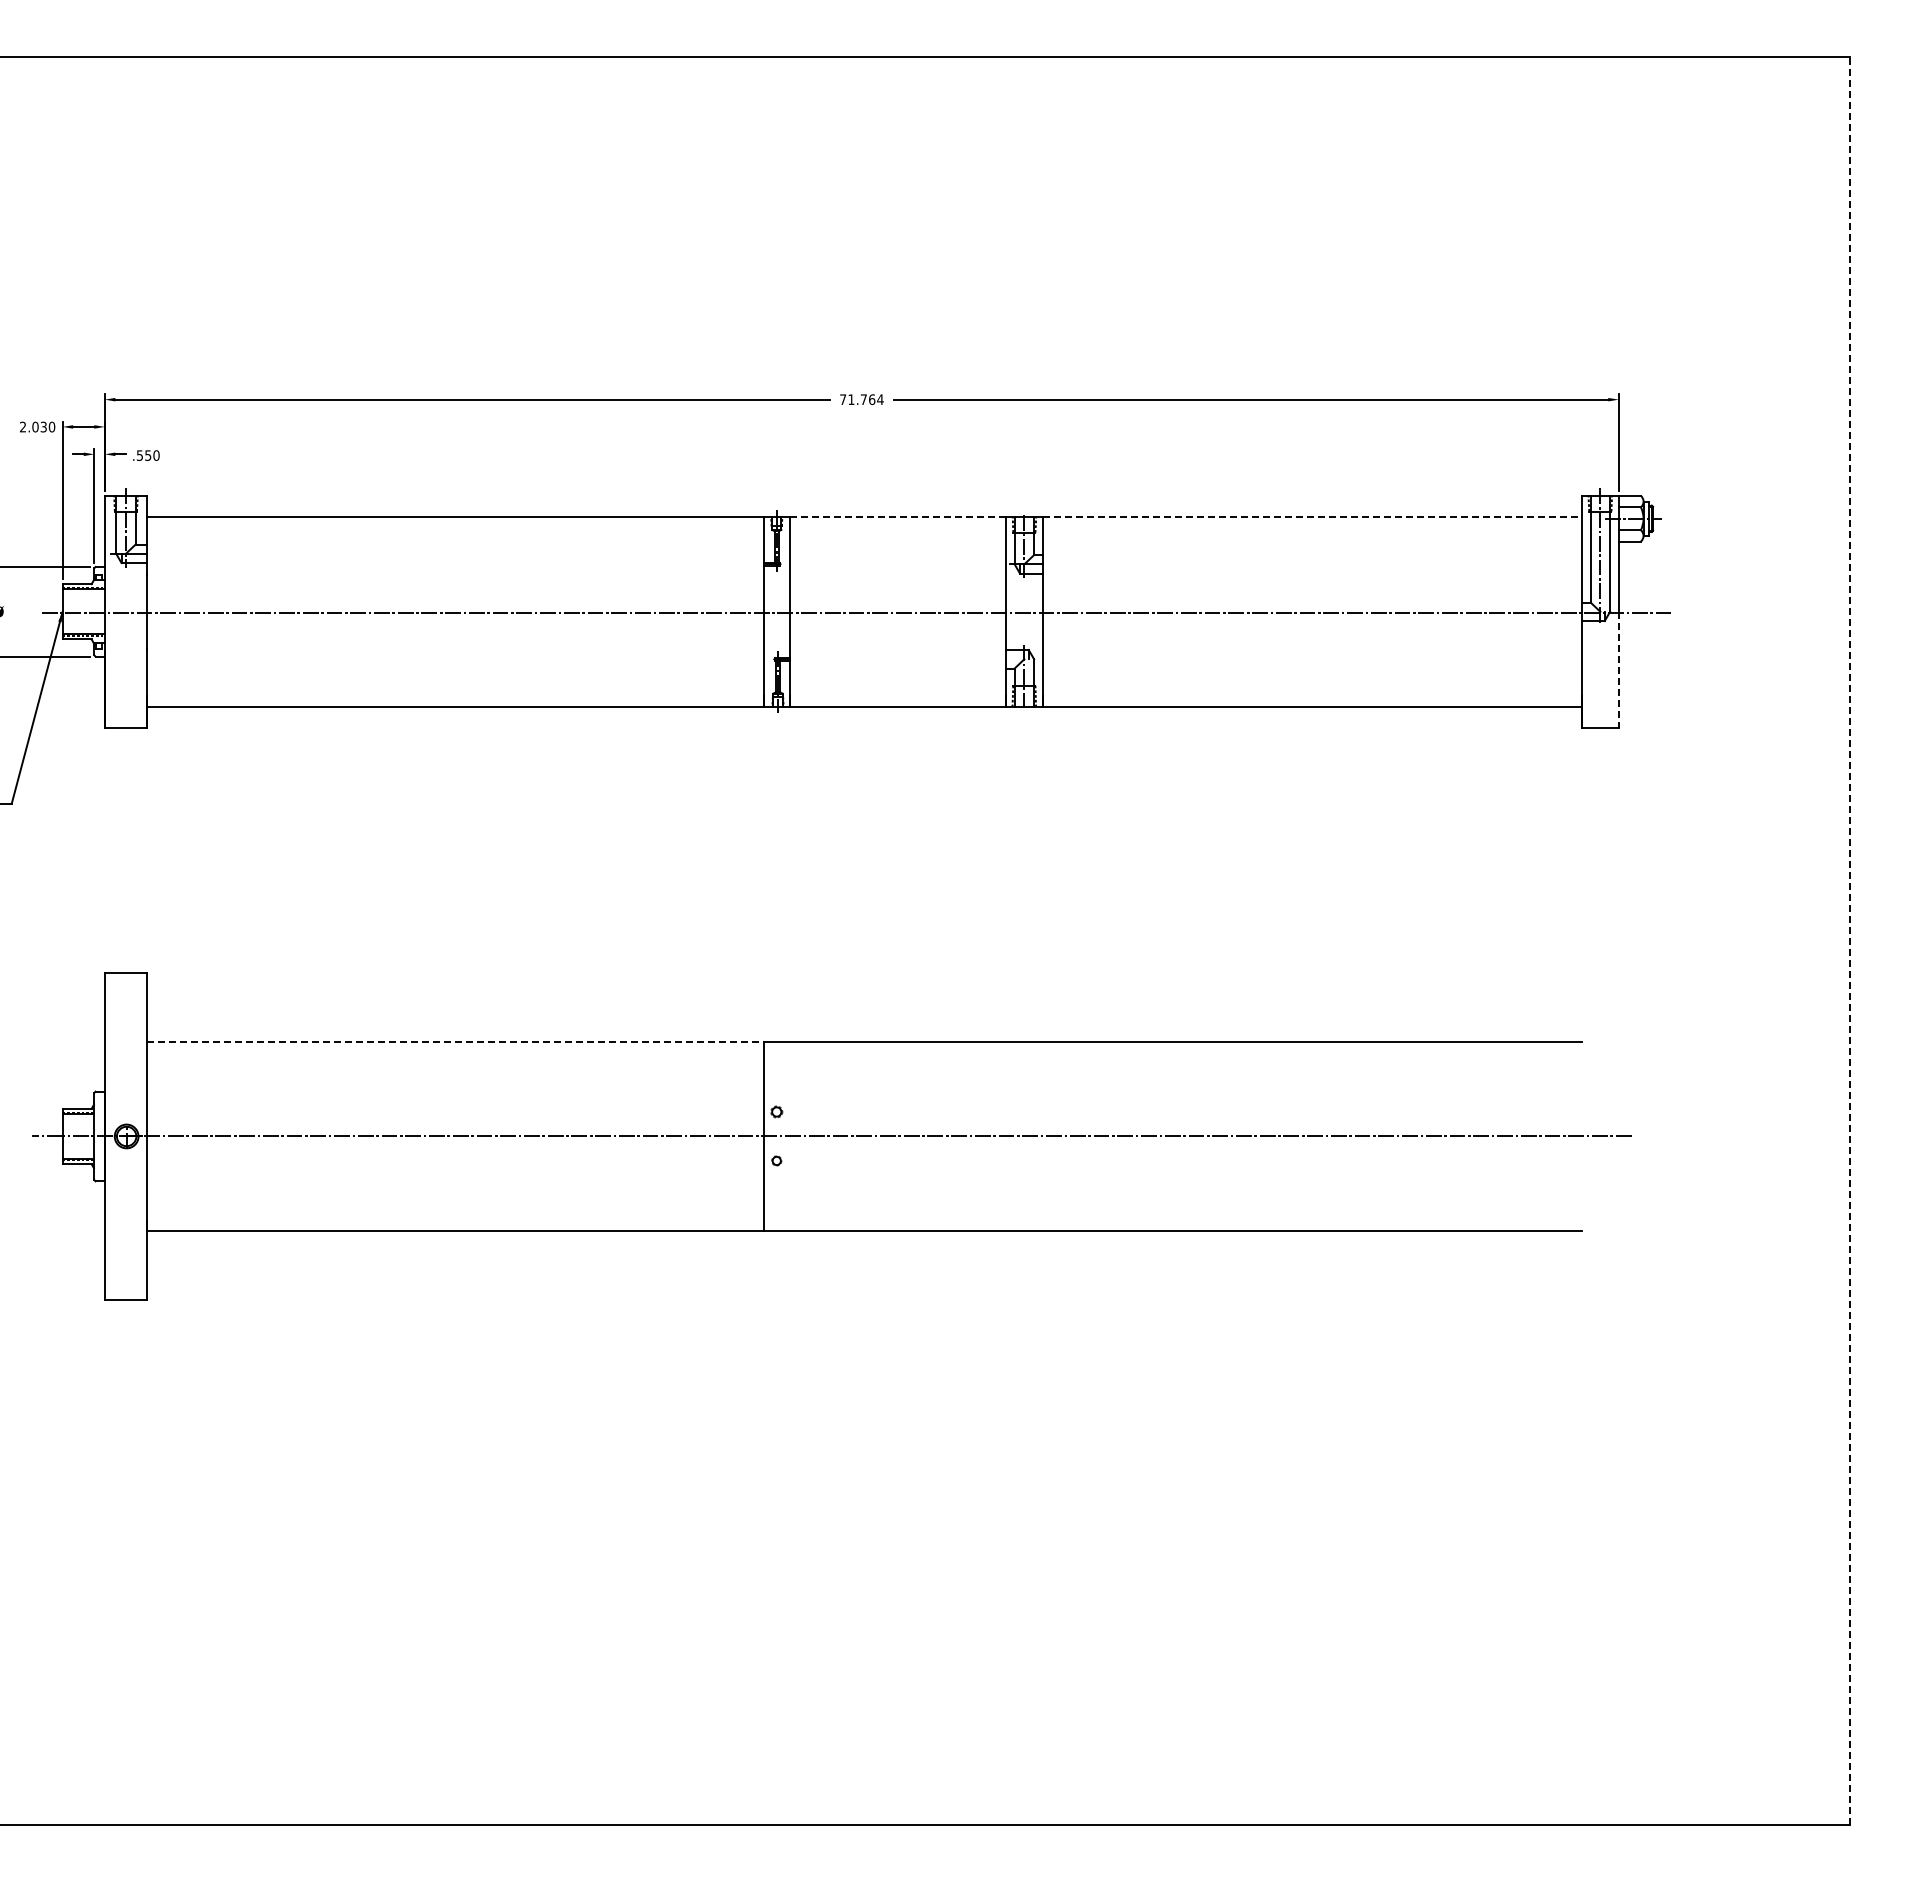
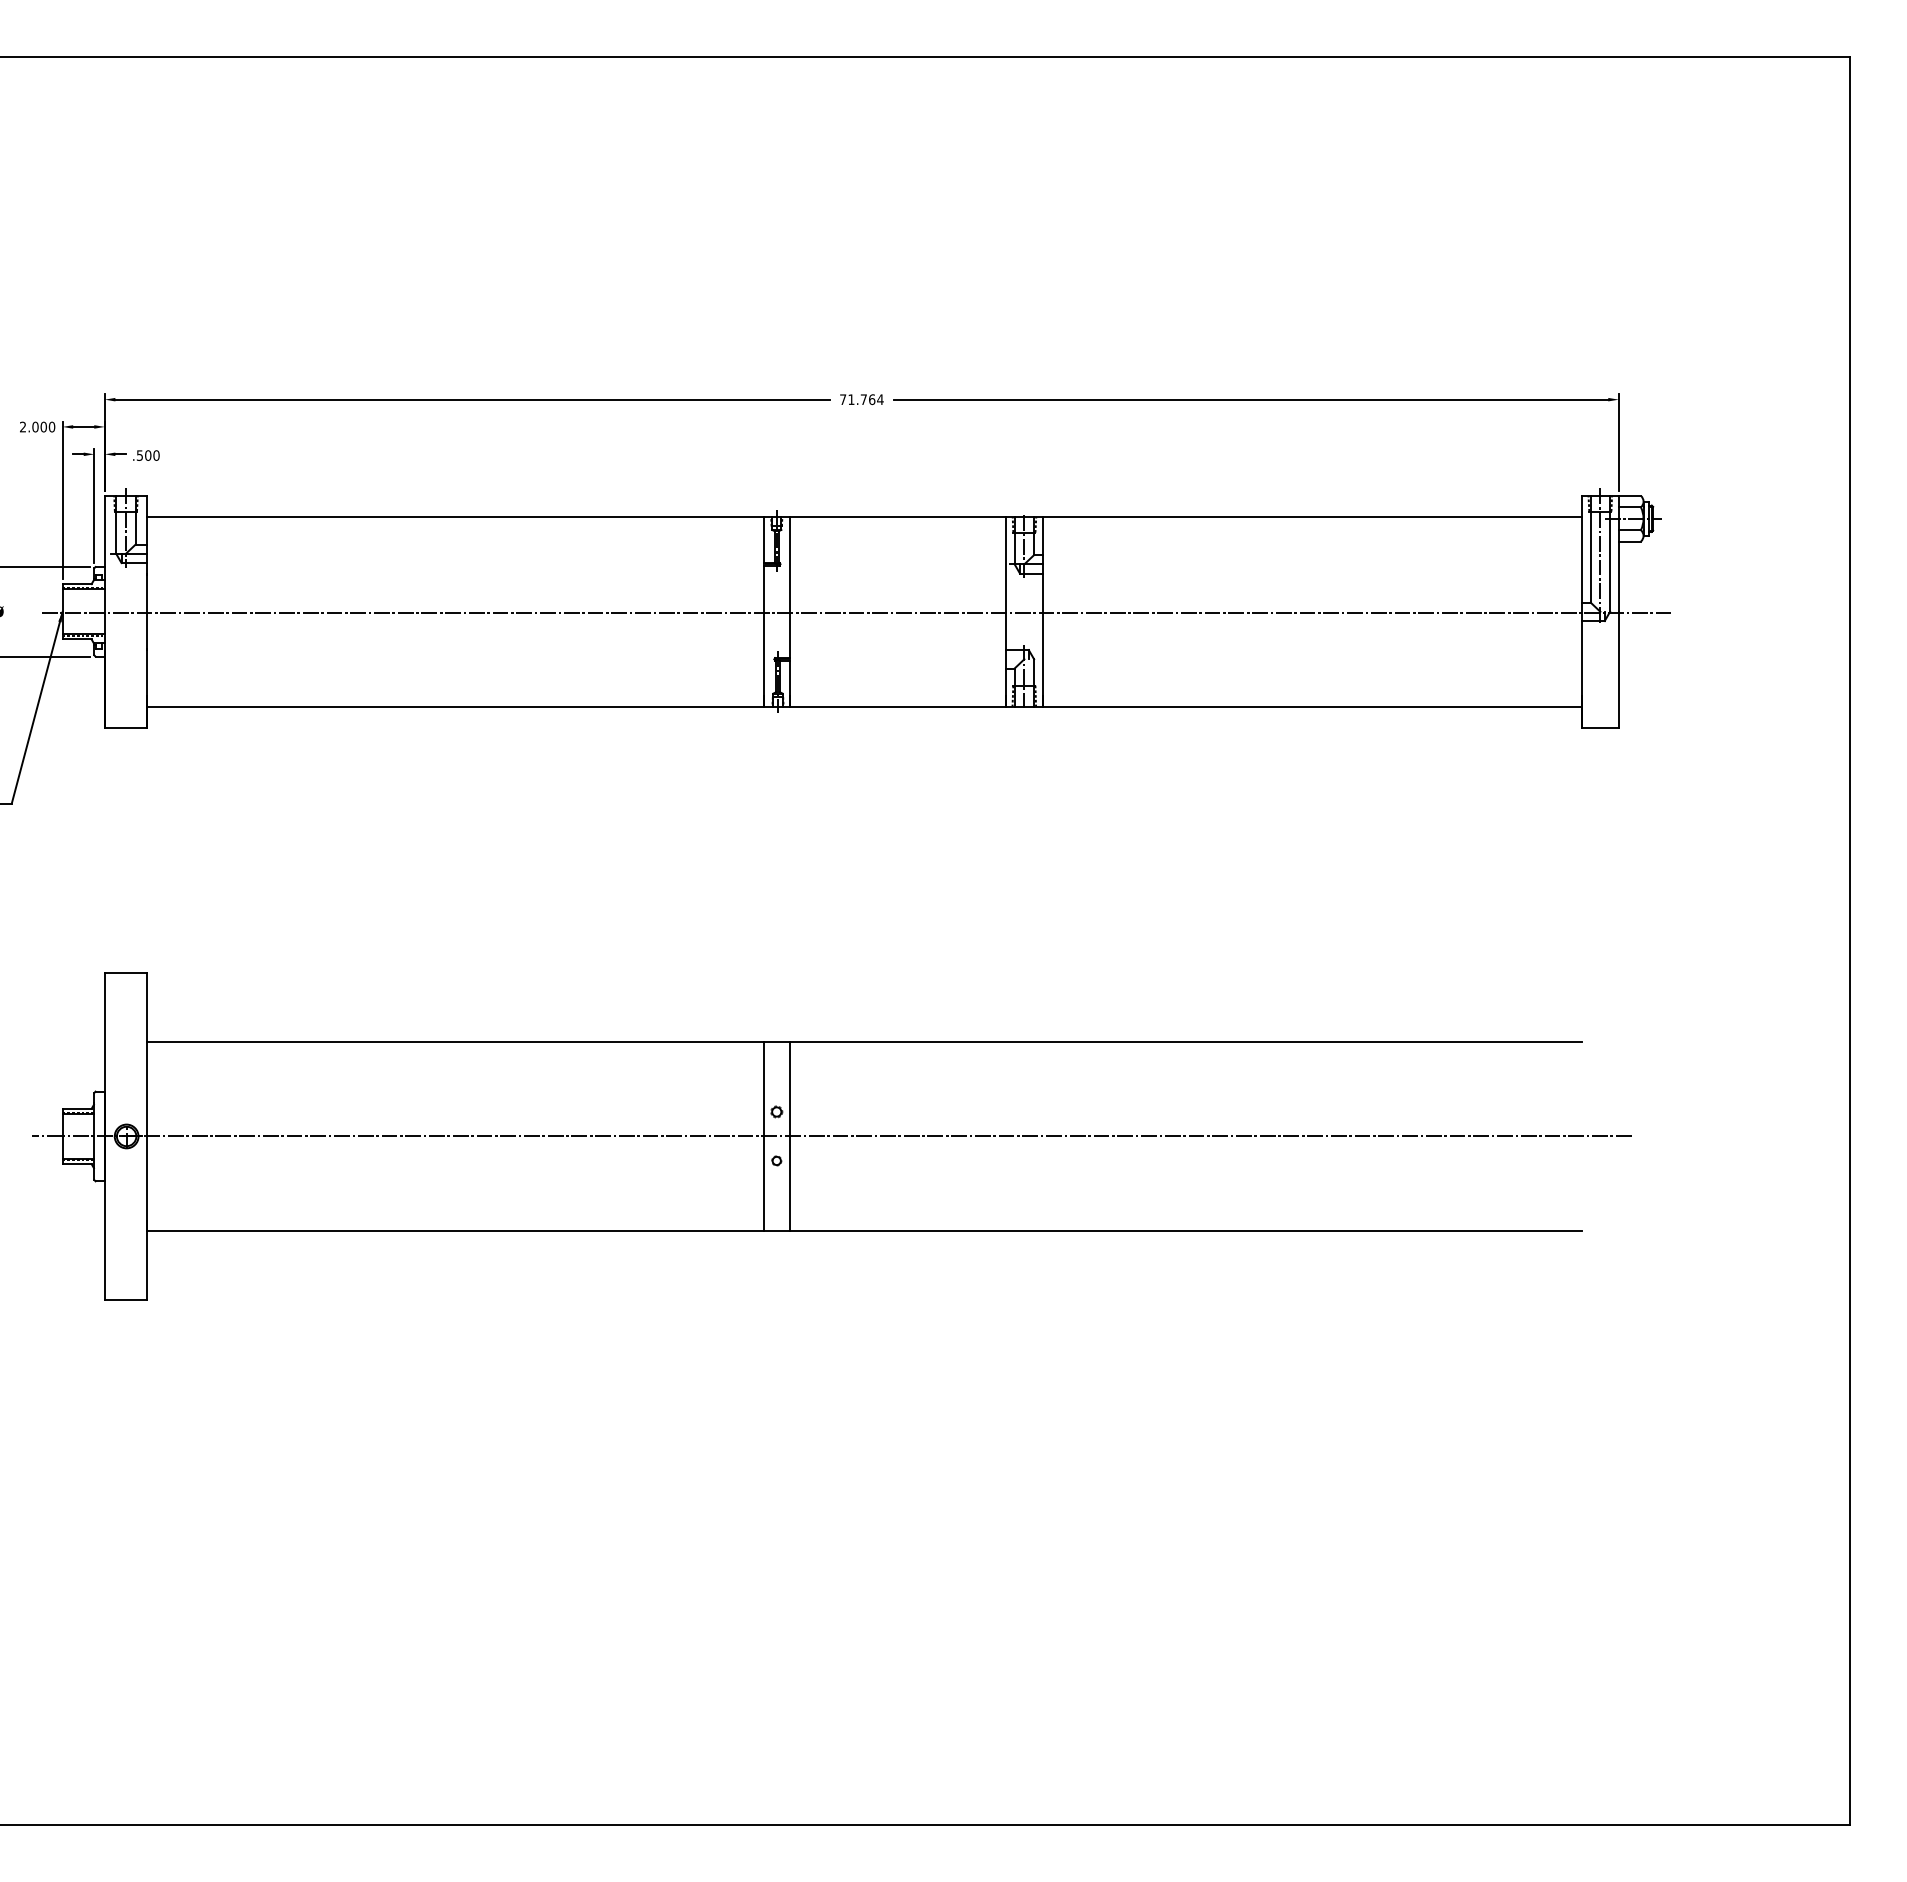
text at (43, 426): 2.030 -> 2.000
text at (148, 455): .550 -> .500
line at (897, 516): dashed -> solid
line at (1312, 516): dashed -> solid
line at (1618, 670): dashed -> solid
line at (1849, 940): dashed -> solid
line at (455, 1041): dashed -> solid
line at (789, 1136): none -> present
